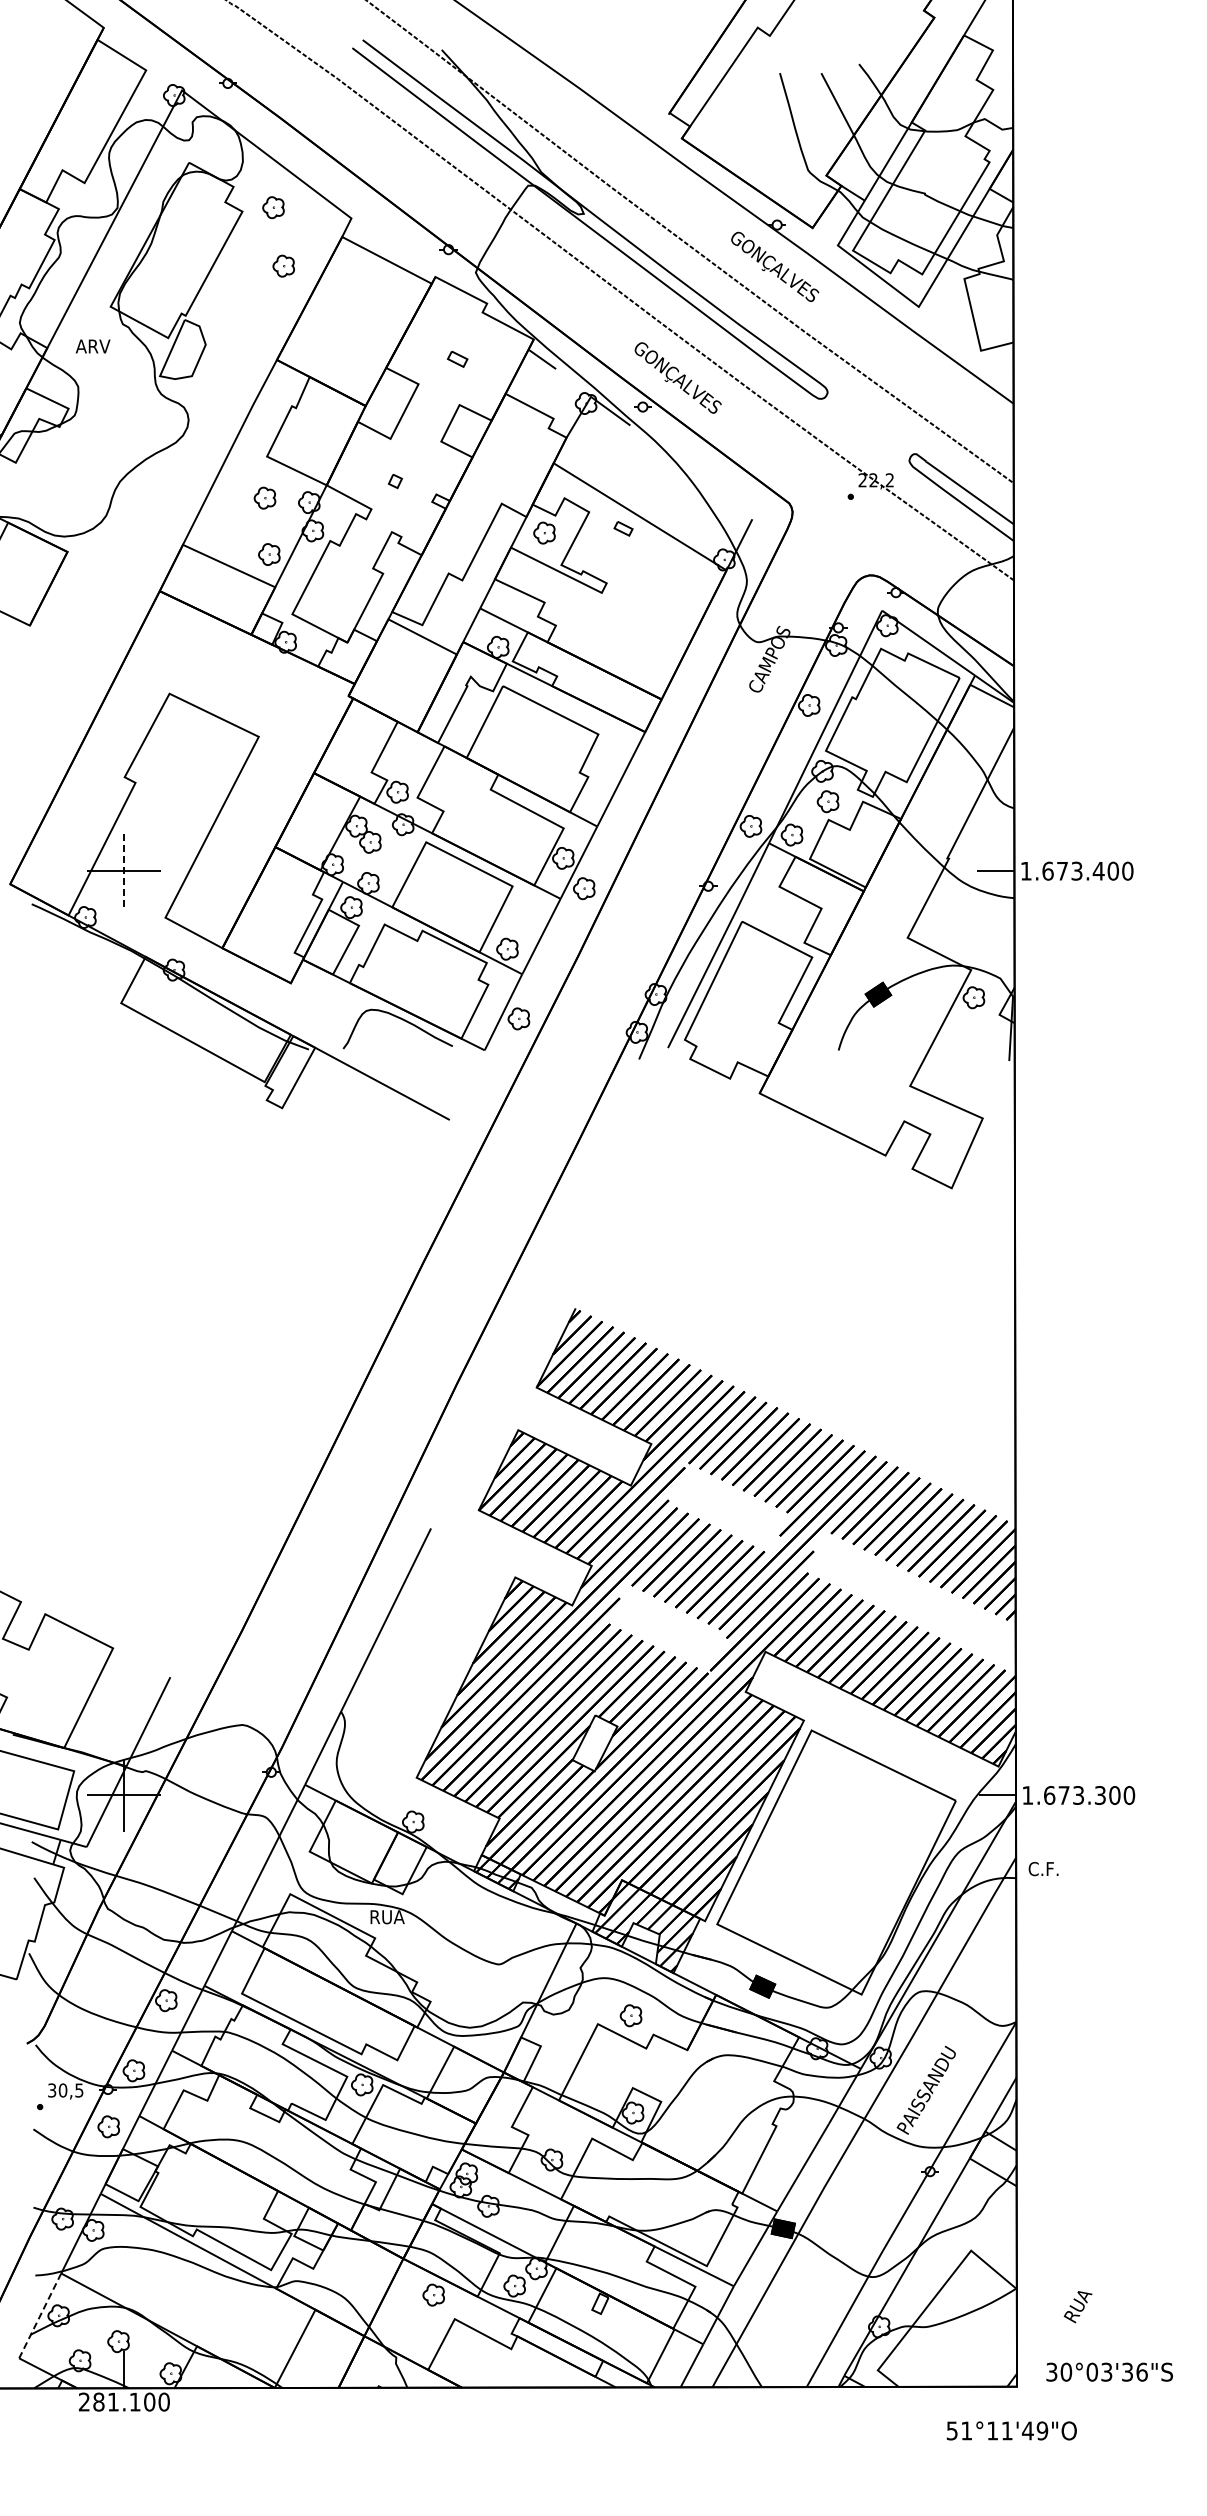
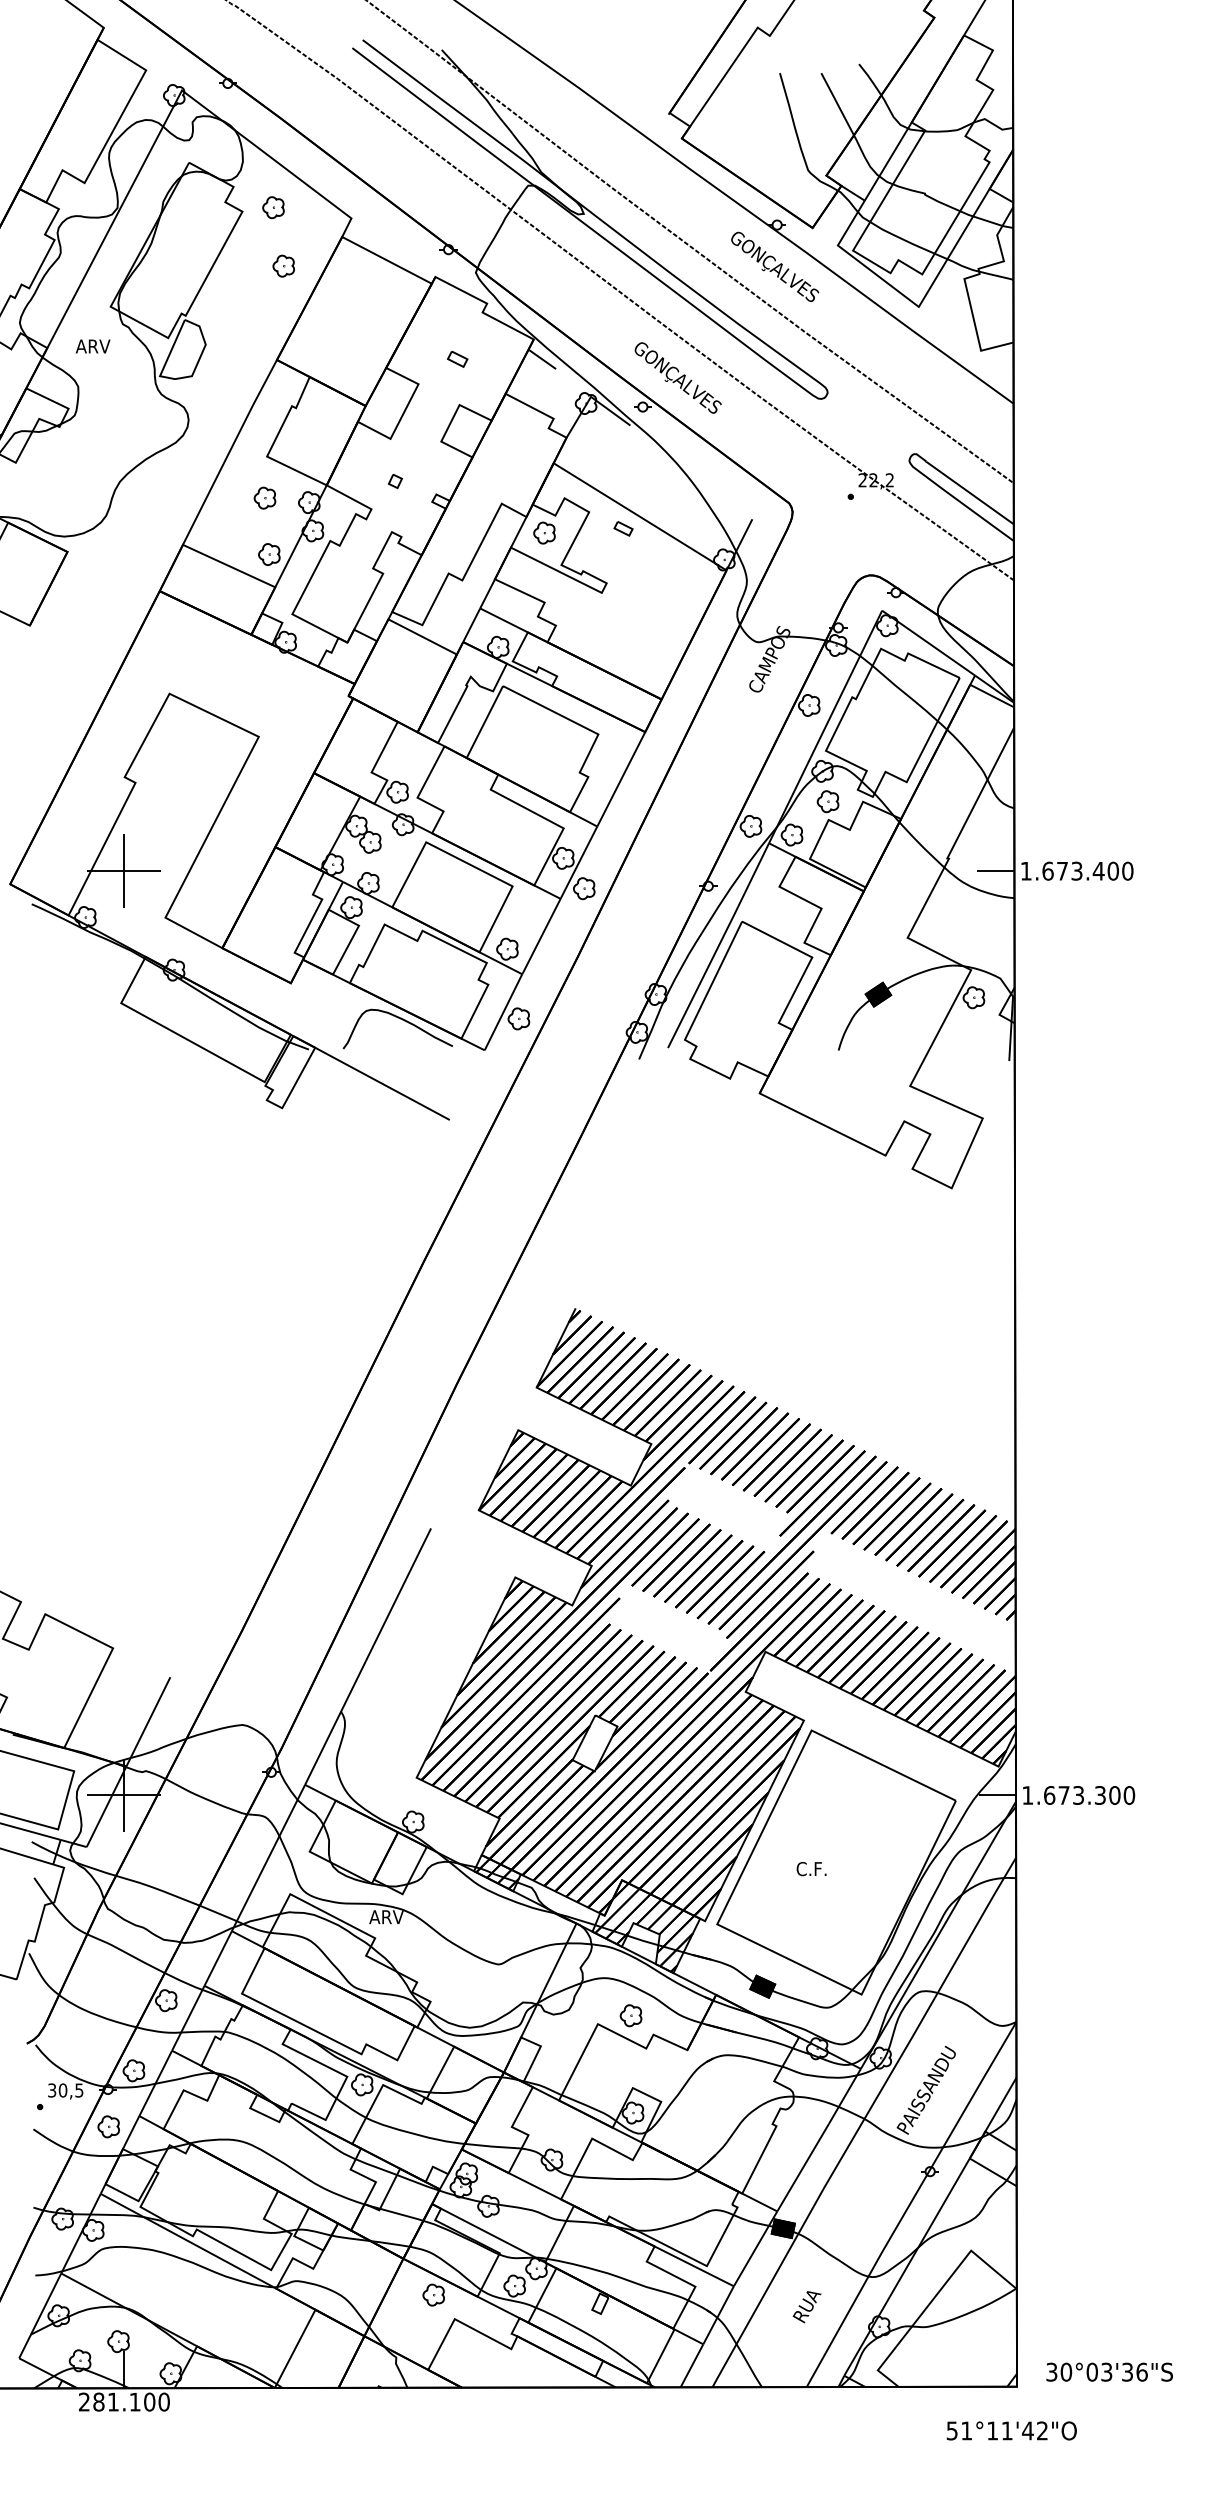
line at (124, 871): dashed -> solid
text at (1043, 1869) position: (1043, 1869) -> (811, 1869)
text at (386, 1917): RUA -> ARV
text at (1077, 2307) position: (1077, 2307) -> (806, 2307)
line at (40, 2316): dashed -> solid
text at (1042, 2430): 51°11'49"O -> 51°11'42"O
